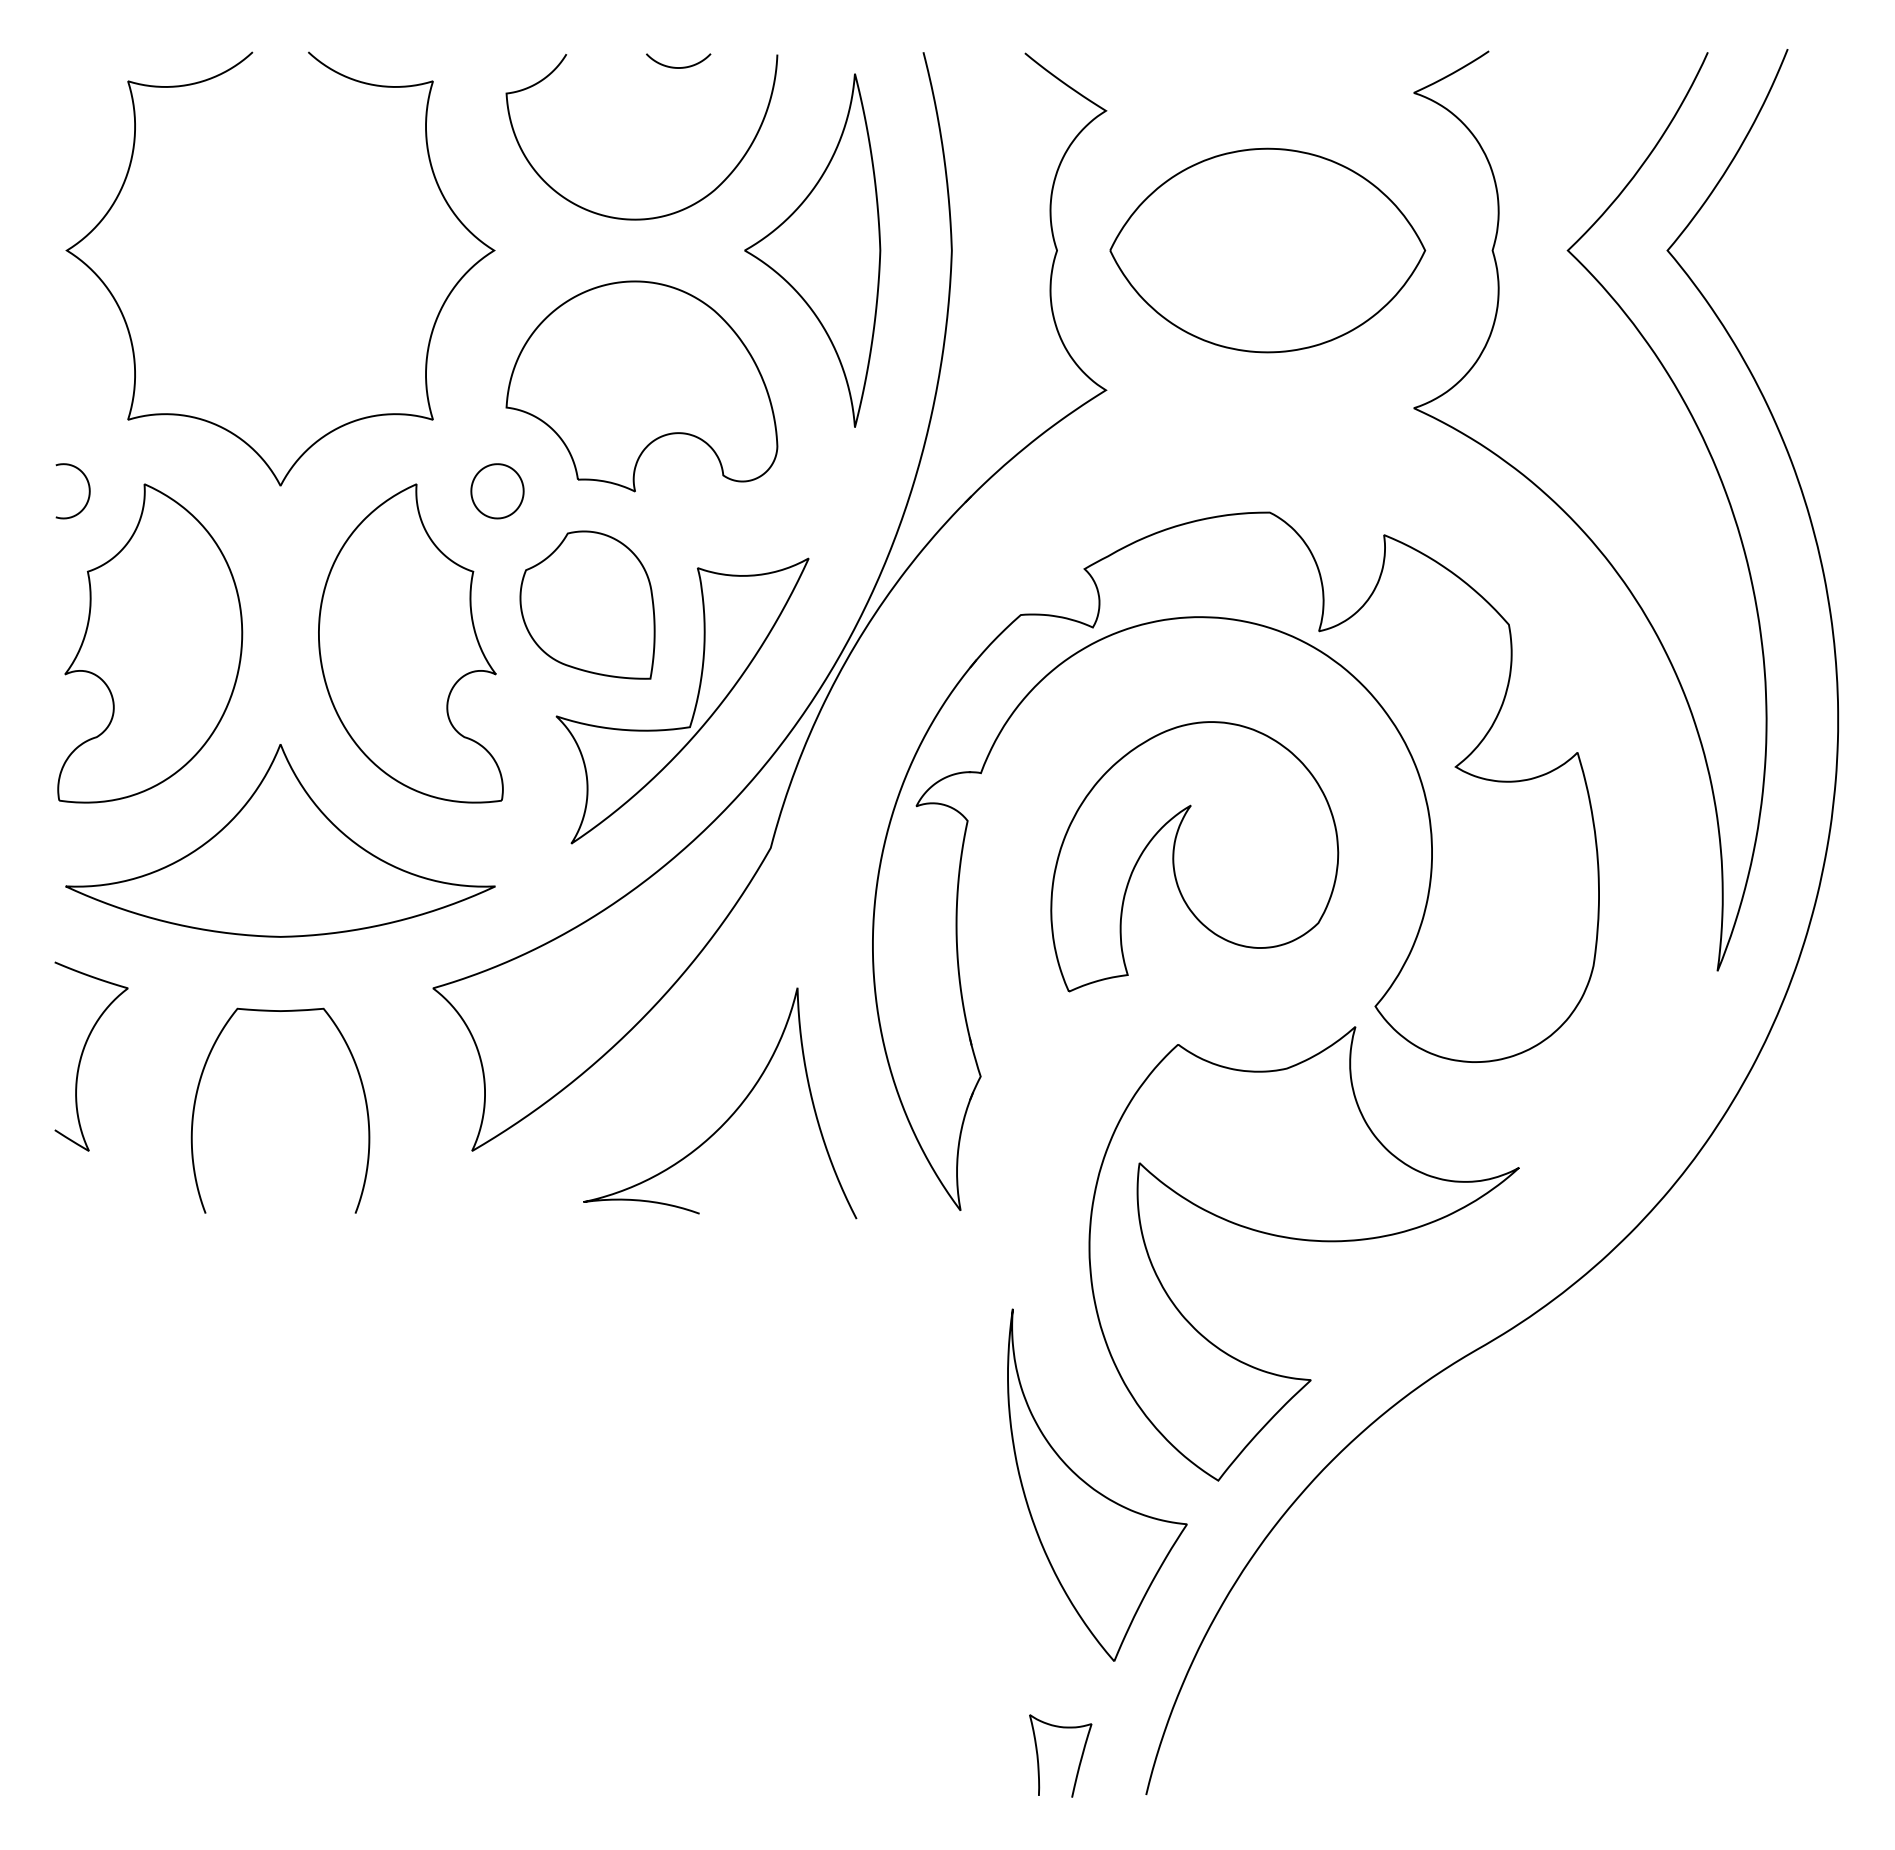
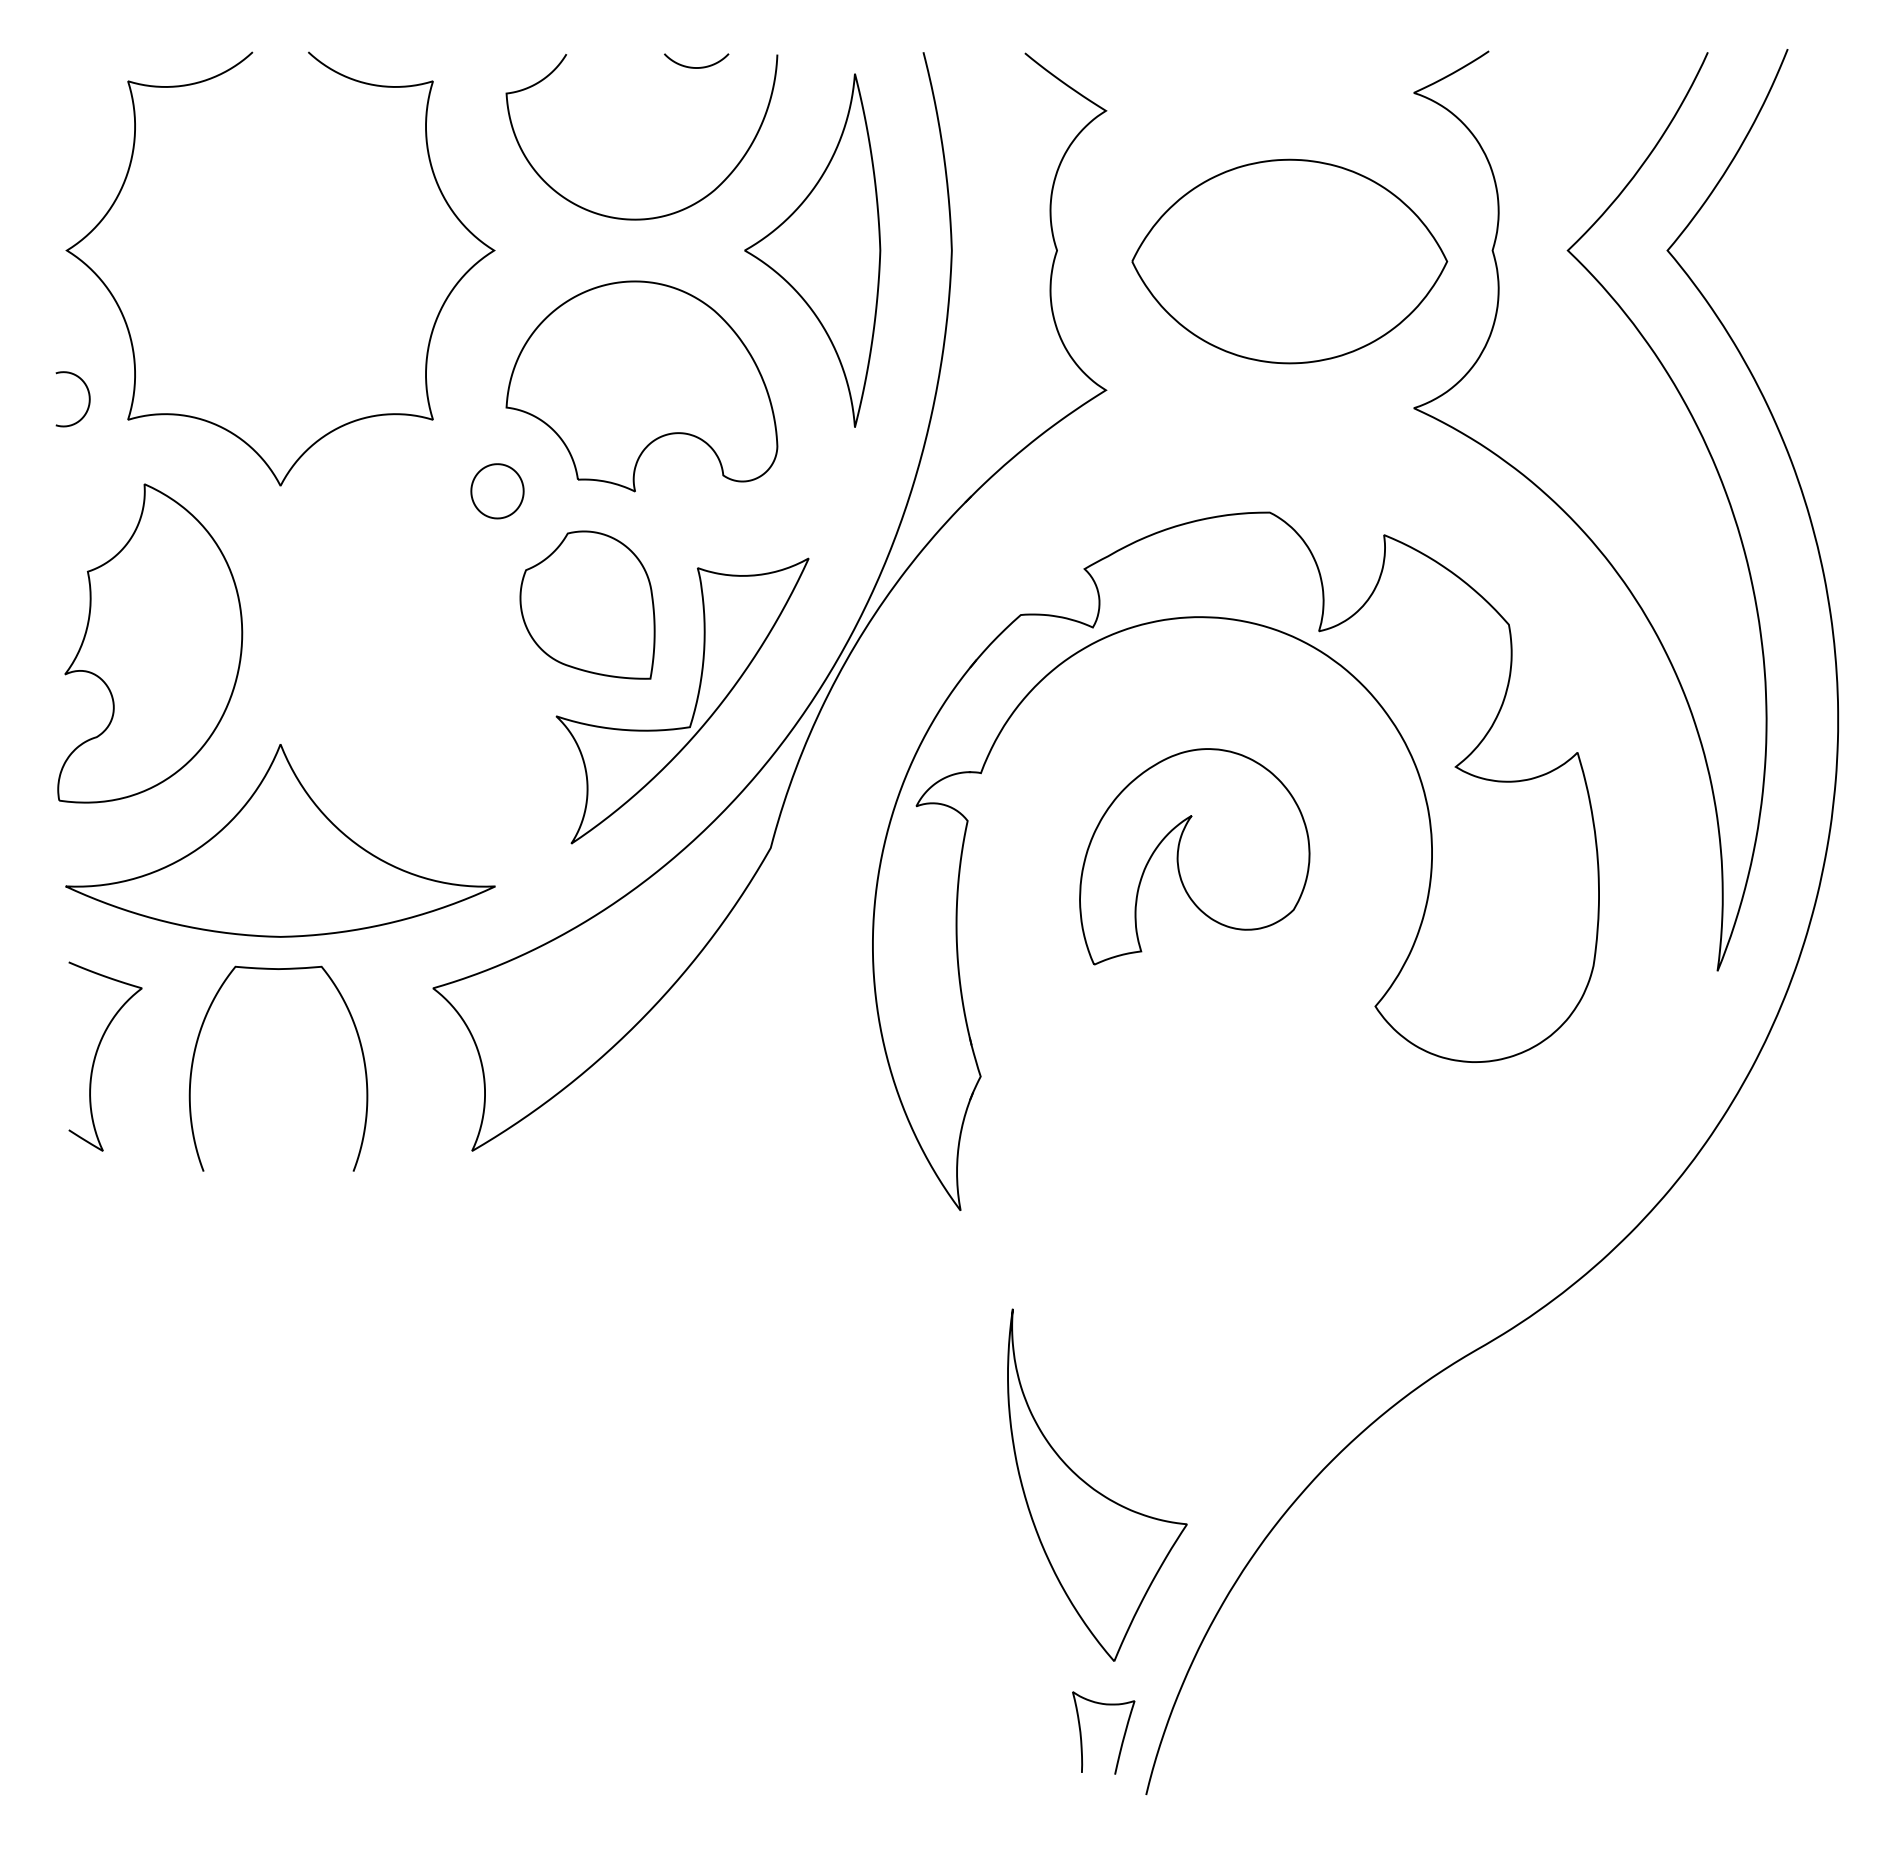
curve at (678, 67) position: (678, 67) -> (696, 67)
part at (1267, 250) position: (1267, 250) -> (1289, 261)
curve at (88, 491) position: (88, 491) -> (88, 399)
part at (410, 643): present -> none
part at (1194, 856) size: 290x272 px -> 232x218 px
curve at (83, 1053) position: (83, 1053) -> (97, 1053)
curve at (197, 1095) position: (197, 1095) -> (195, 1053)
curve at (731, 1114): present -> none
part at (1307, 1241): present -> none
curve at (1079, 1761) position: (1079, 1761) -> (1122, 1738)
